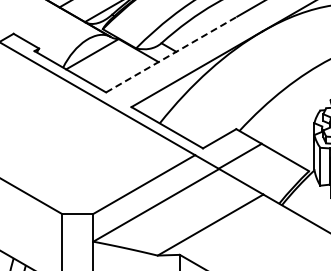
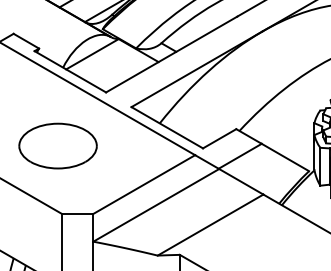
line at (171, 54): dashed -> solid
part at (57, 145): none -> present
